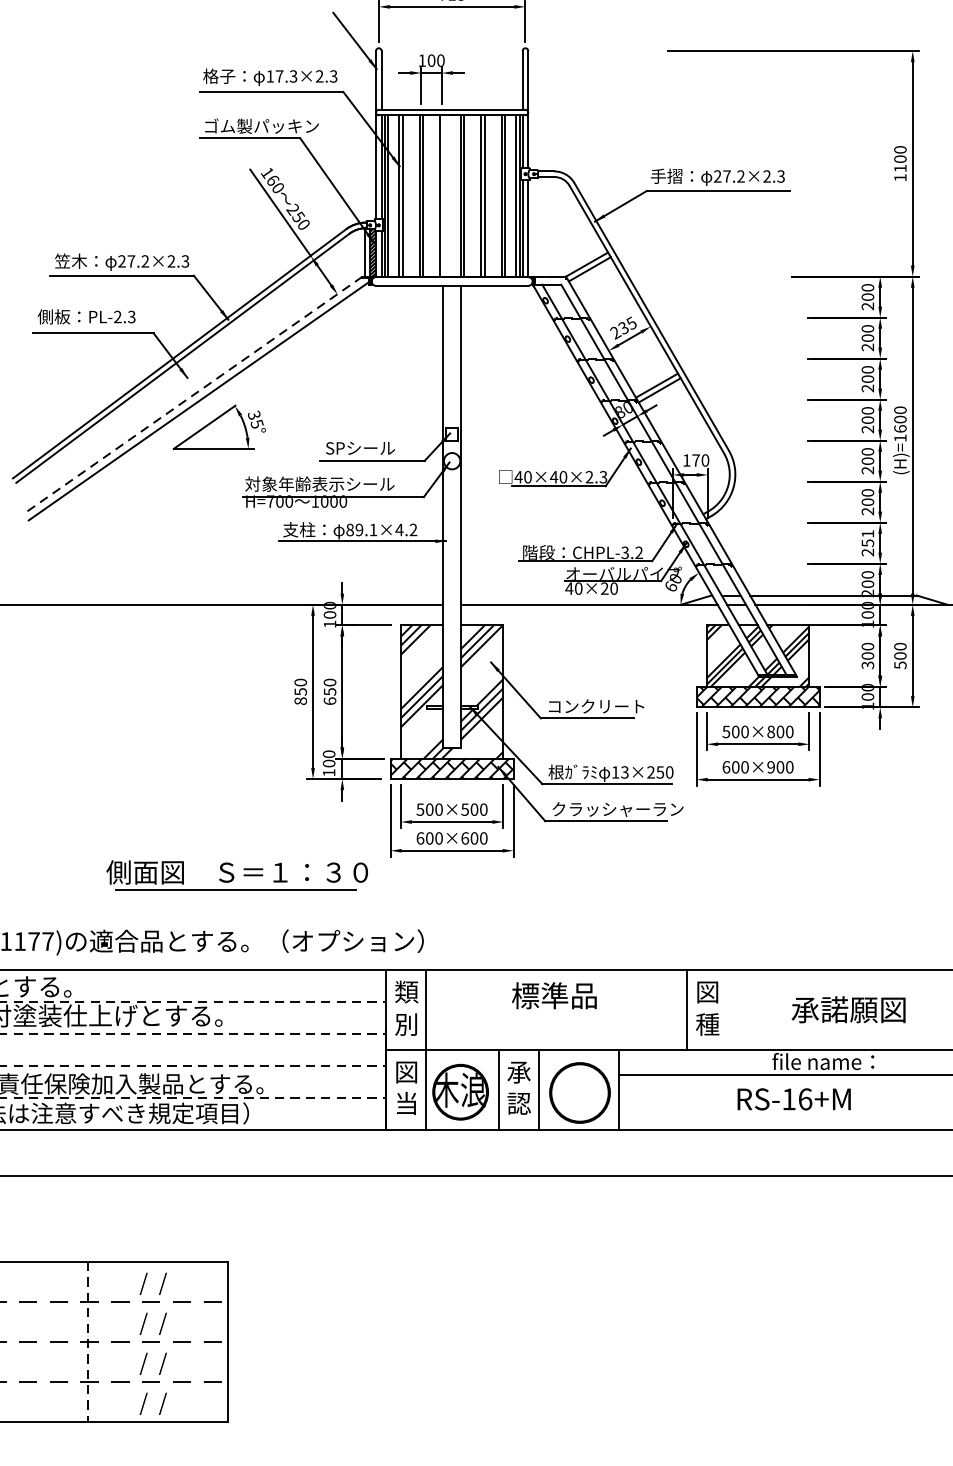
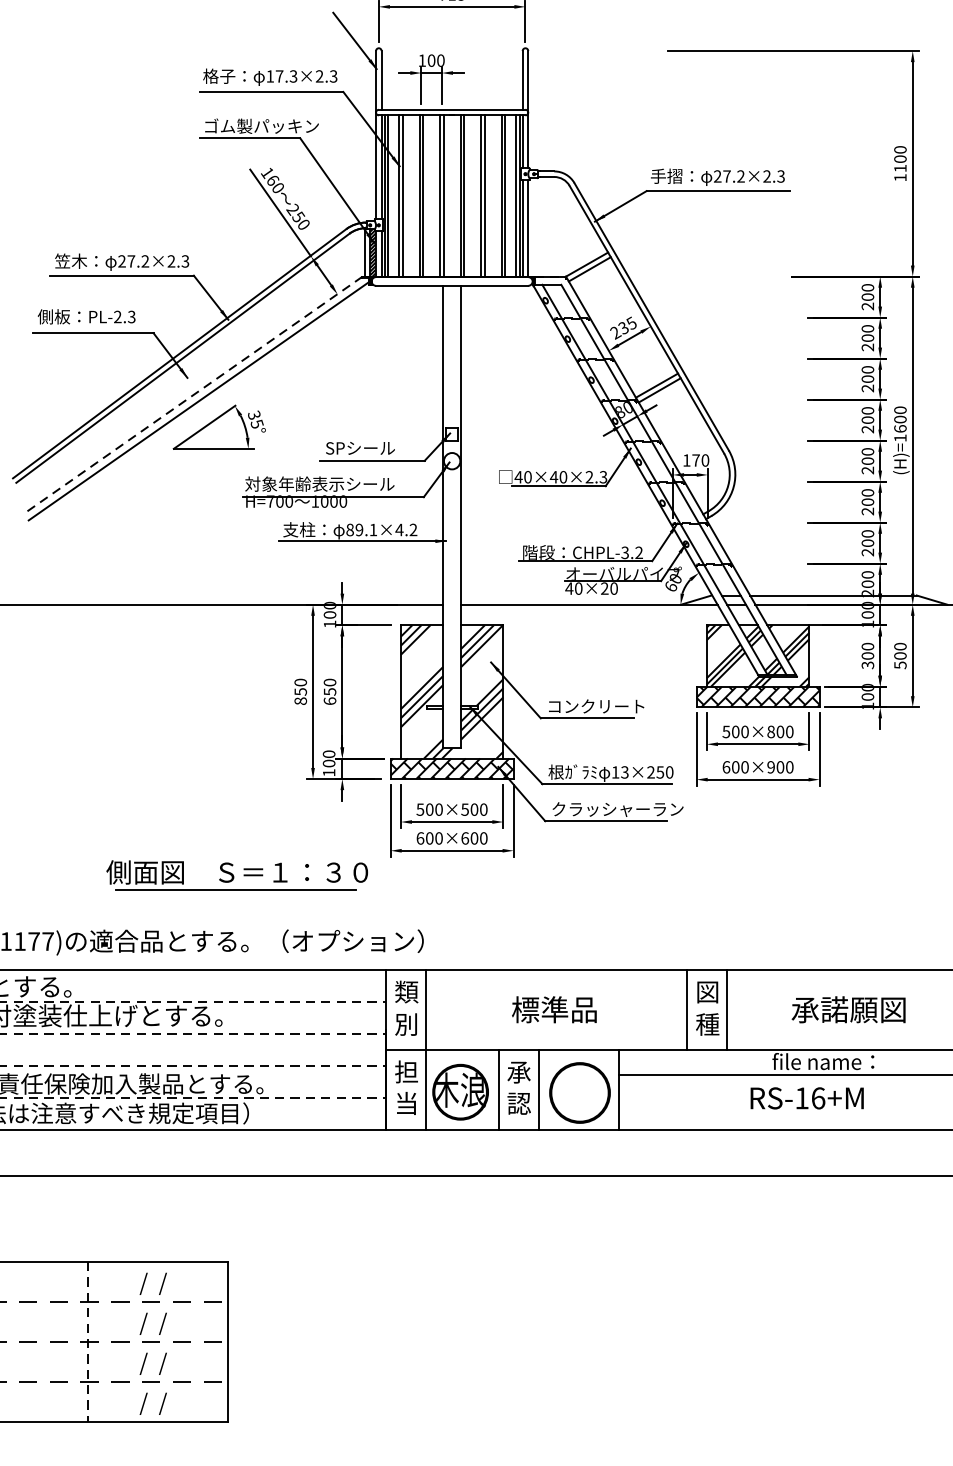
line at (443, 195): none -> present
text at (867, 538): 251 -> 200
text at (554, 995) position: (554, 995) -> (554, 1009)
line at (726, 1010): none -> present
text at (406, 1071): 図 -> 担
text at (793, 1099) position: (793, 1099) -> (806, 1098)
